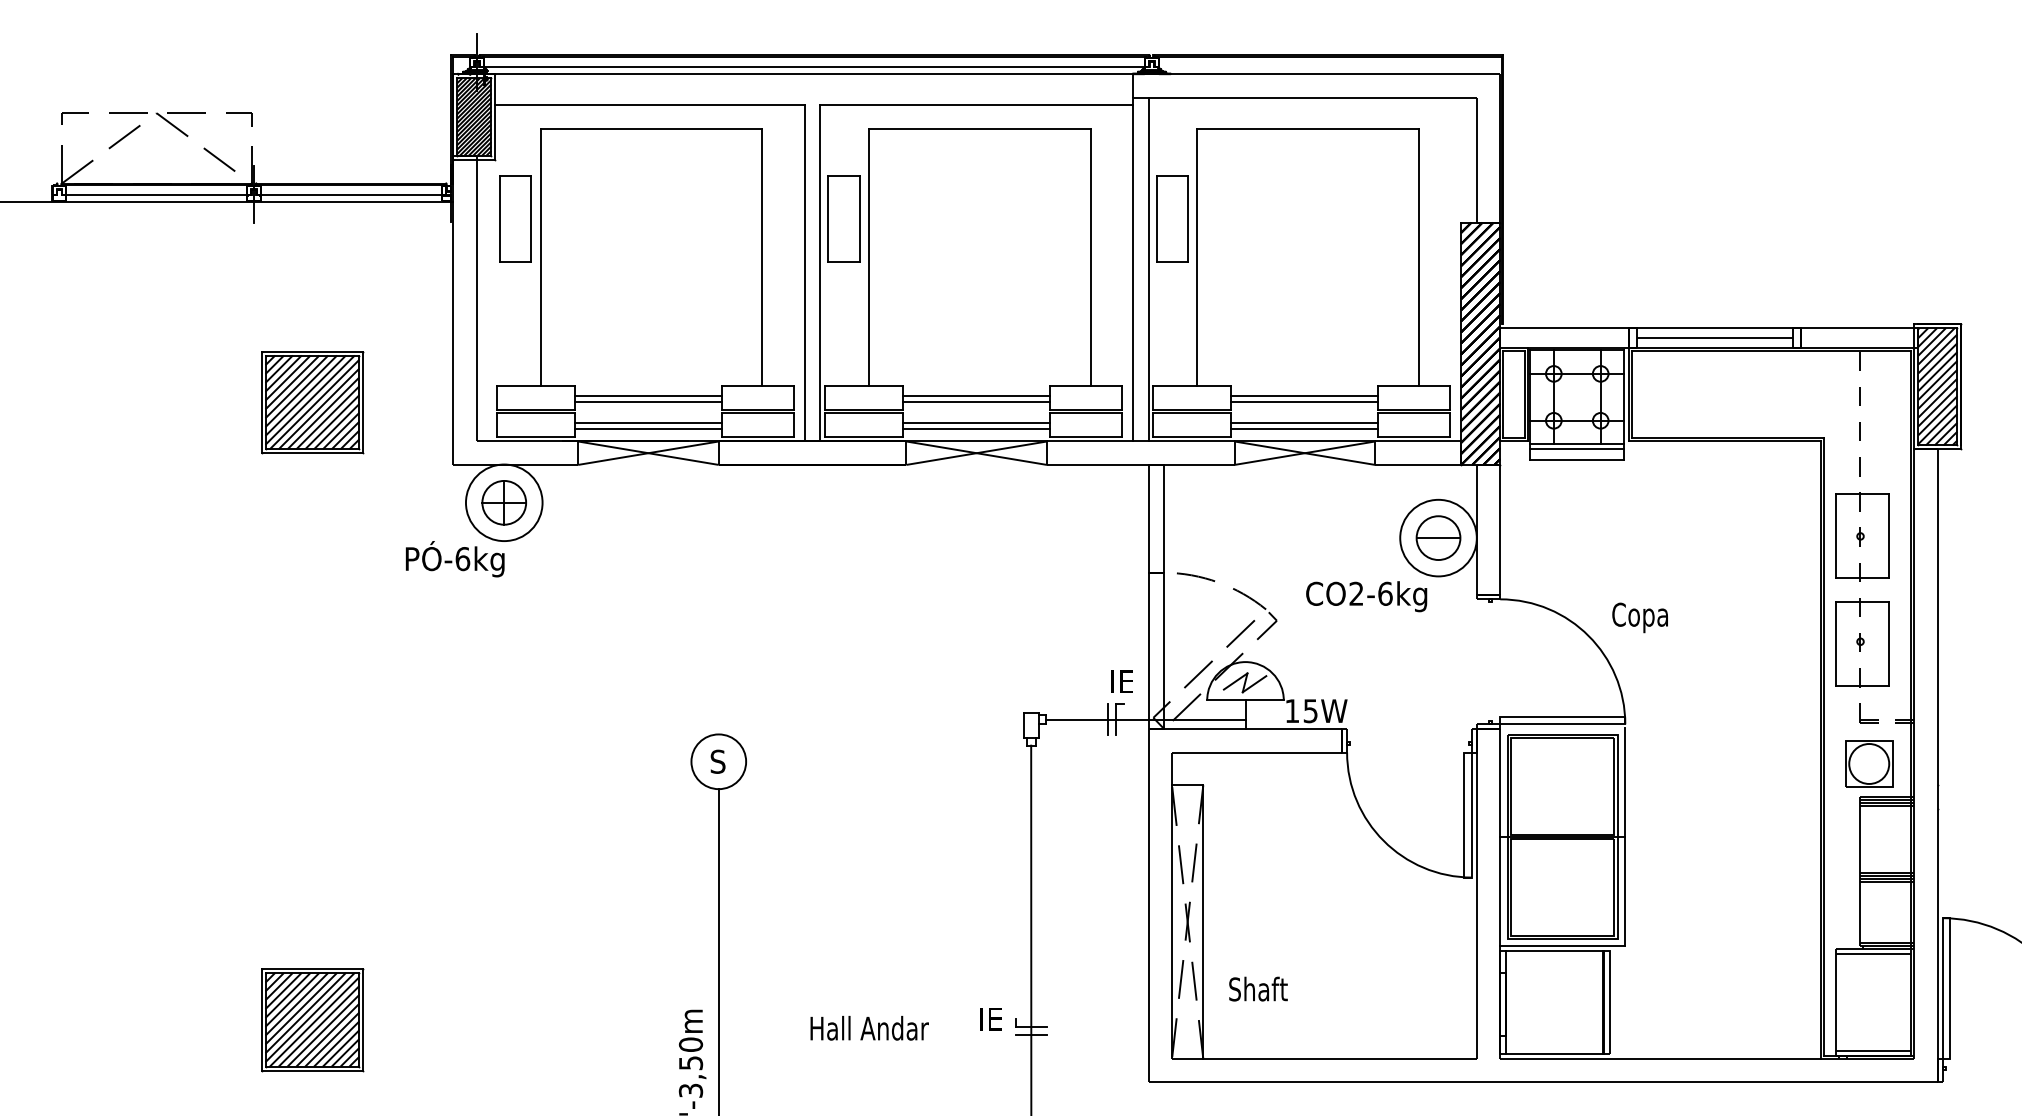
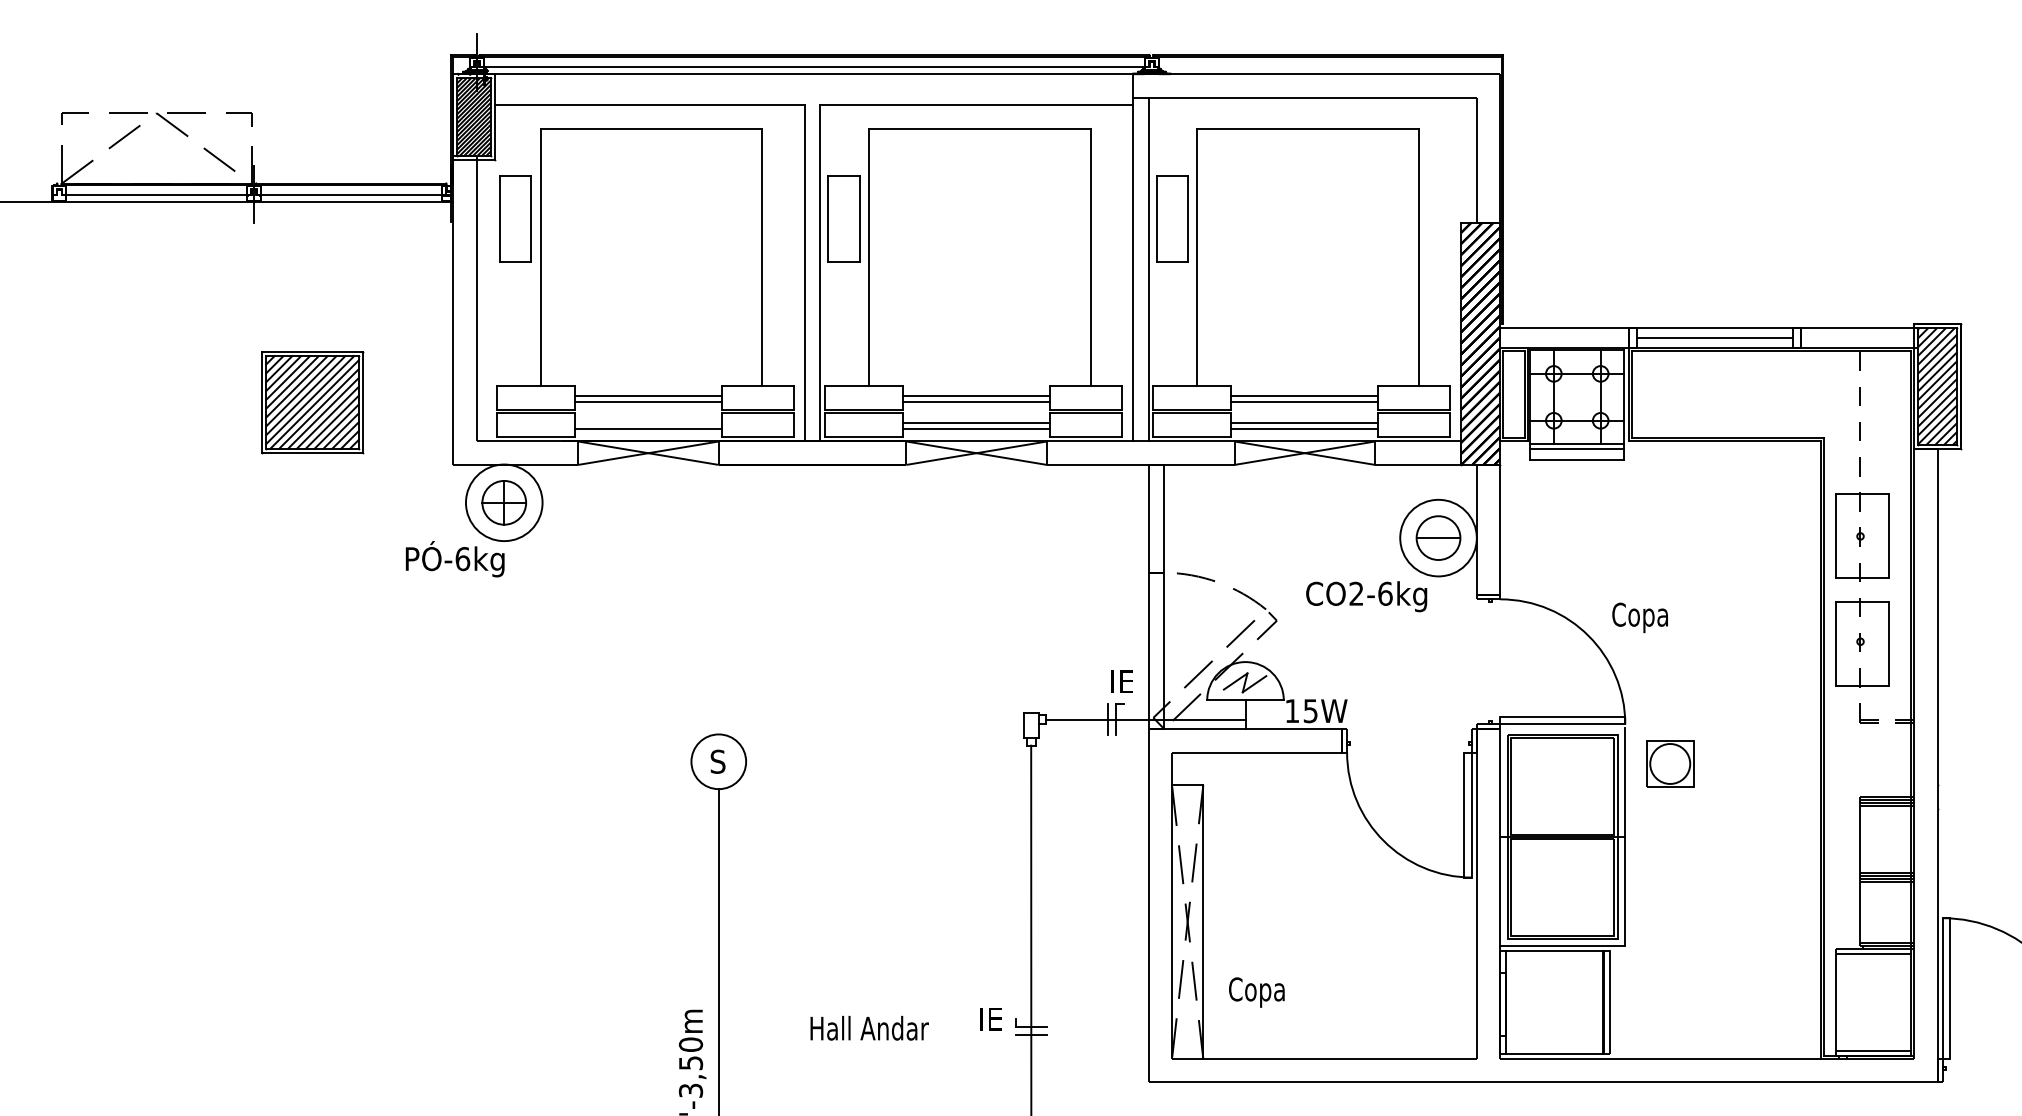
line at (648, 423): present -> none
part at (1869, 763) position: (1869, 763) -> (1670, 763)
text at (1258, 991): Shaft -> Copa
part at (312, 1020): present -> none
